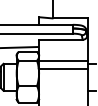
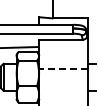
line at (63, 61): present -> none
line at (63, 68): solid -> dashed
